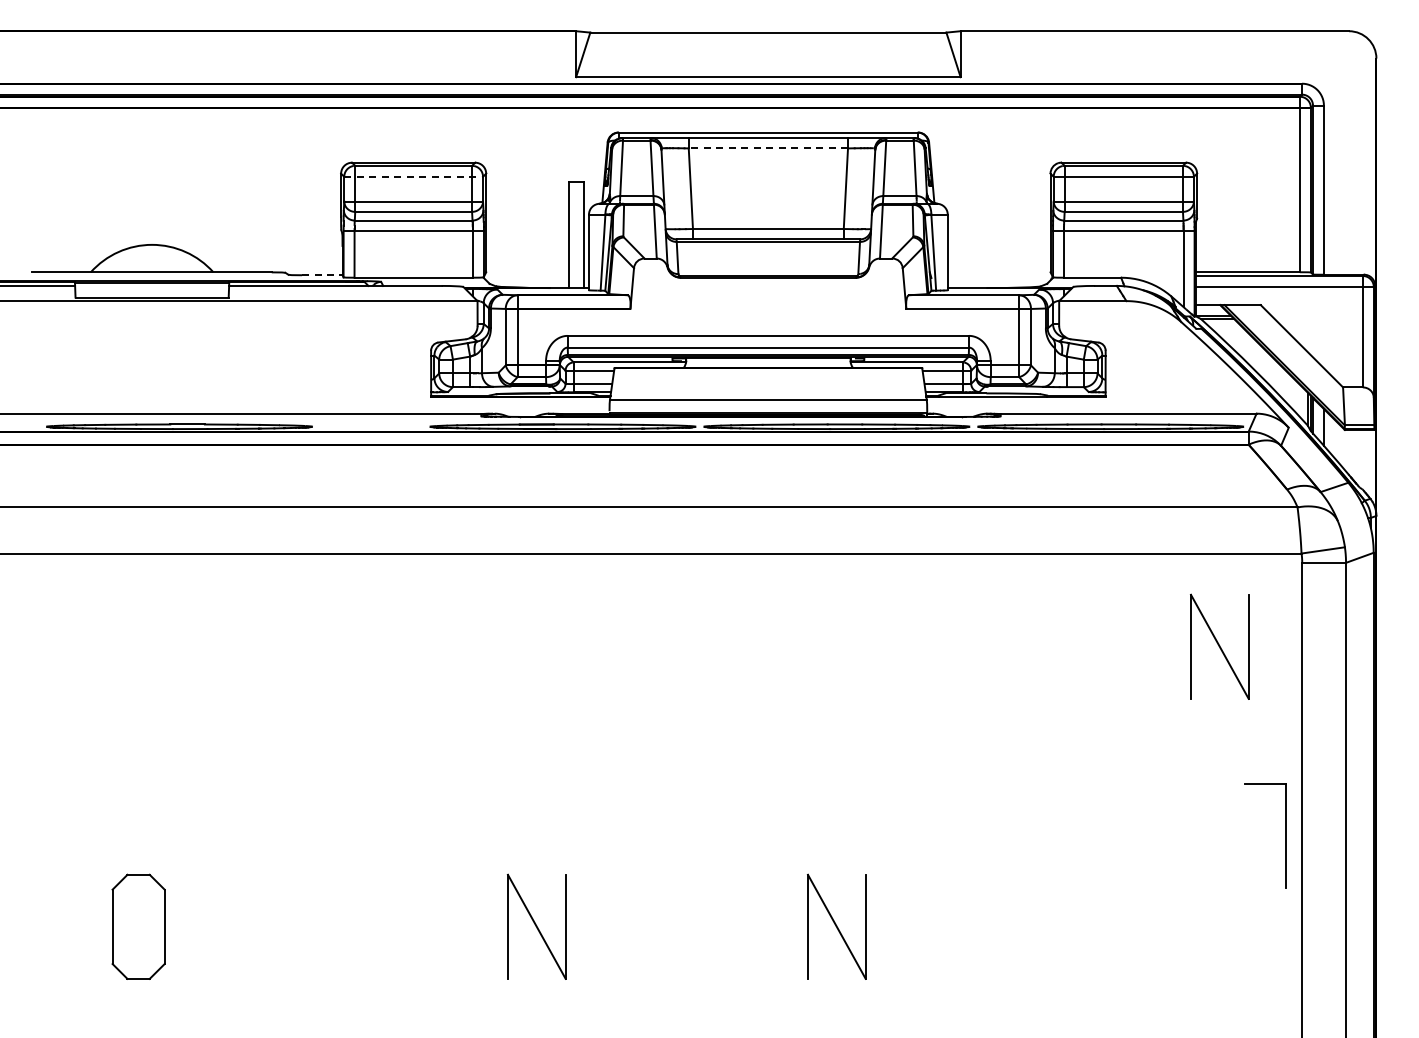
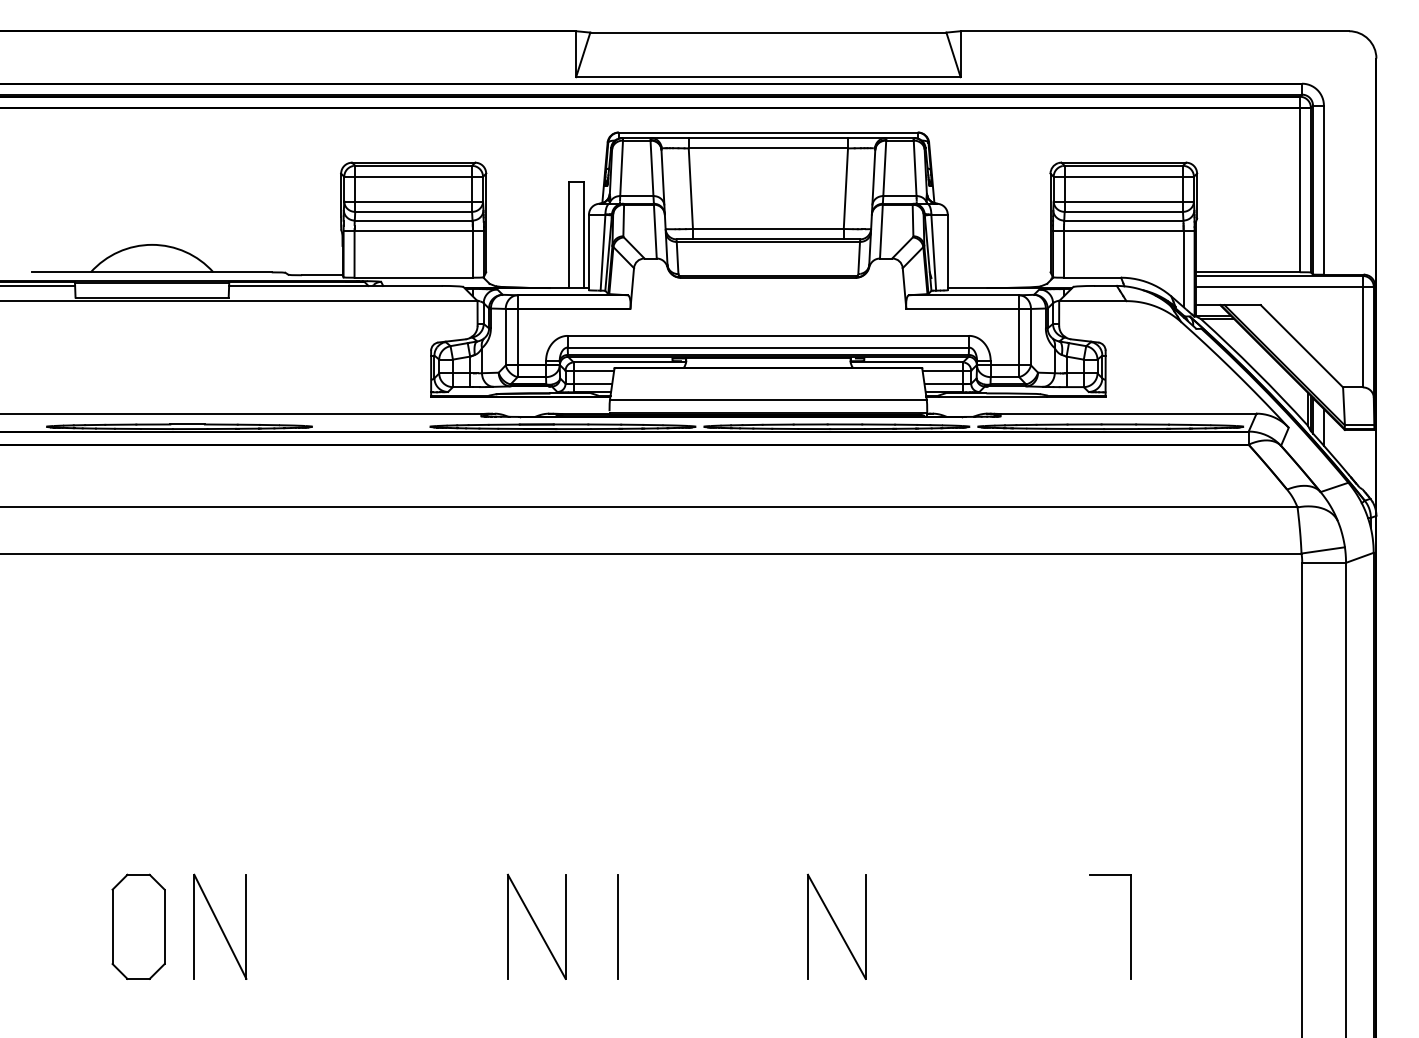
line at (768, 148): dashed -> solid
line at (414, 176): dashed -> solid
line at (322, 275): dashed -> solid
part at (1219, 646): present -> none
part at (1285, 835) position: (1285, 835) -> (1130, 926)
part at (220, 926): none -> present
line at (617, 926): none -> present
